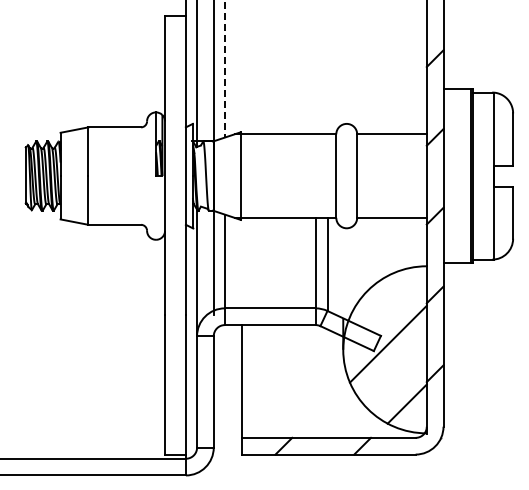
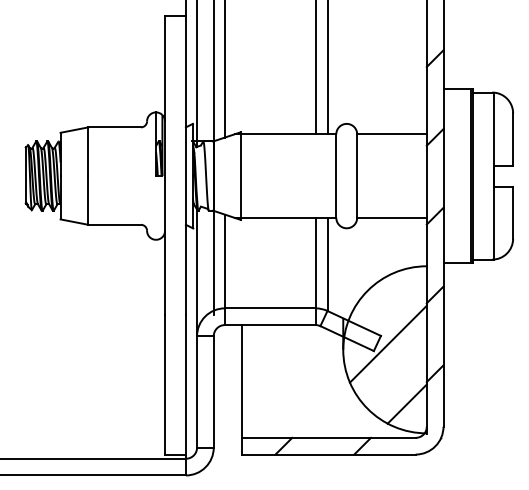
line at (315, 68): none -> present
line at (327, 68): none -> present
line at (224, 69): dashed -> solid
